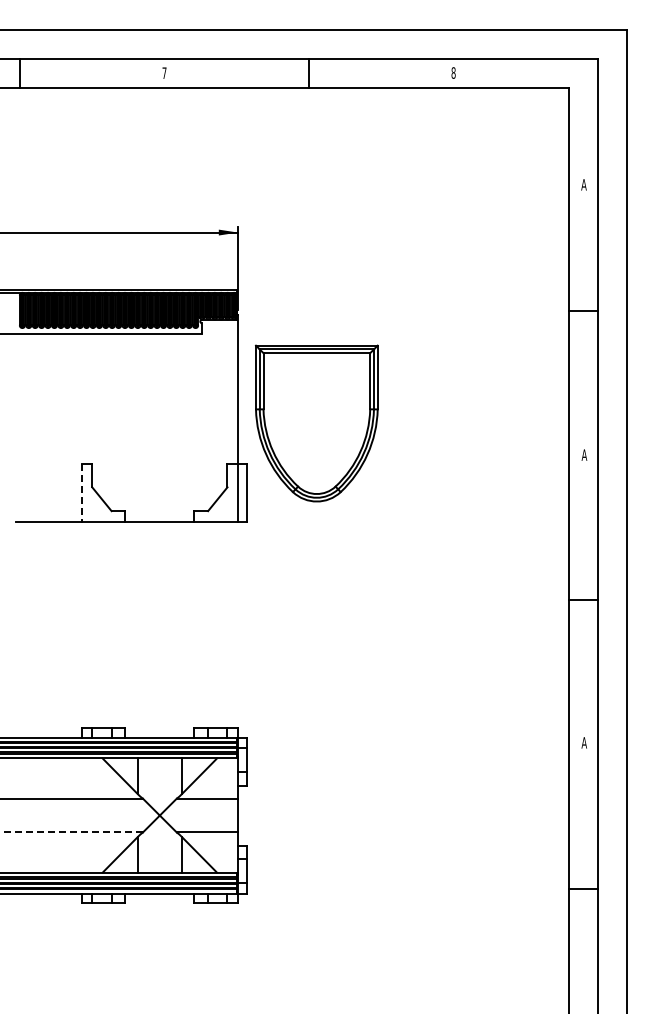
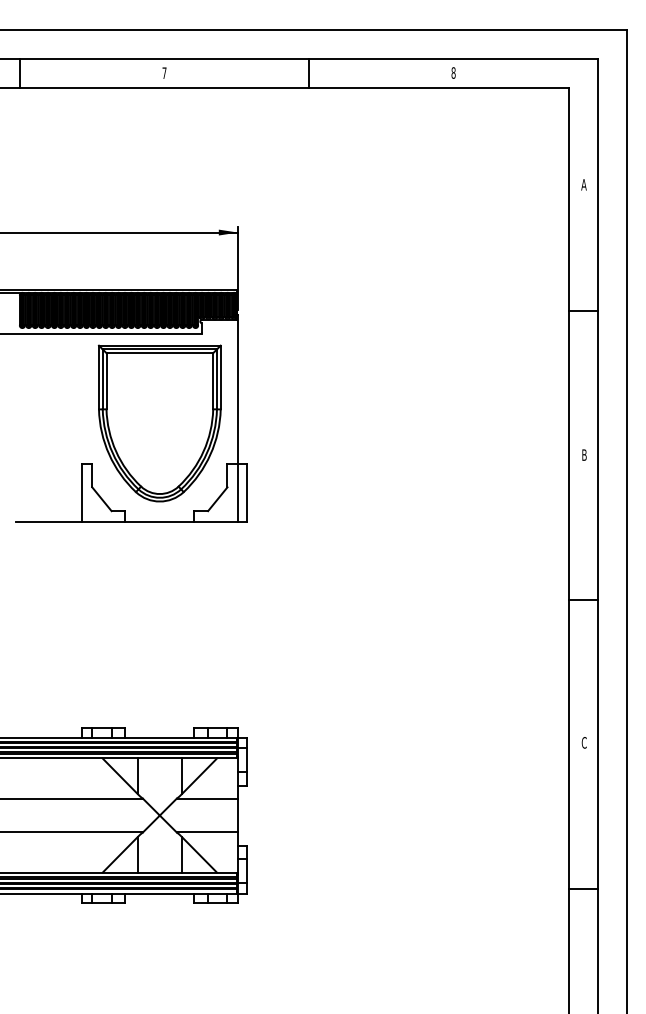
part at (316, 423) position: (316, 423) -> (159, 423)
text at (584, 454): A -> B
line at (81, 492): dashed -> solid
text at (583, 742): A -> C
line at (71, 832): dashed -> solid
